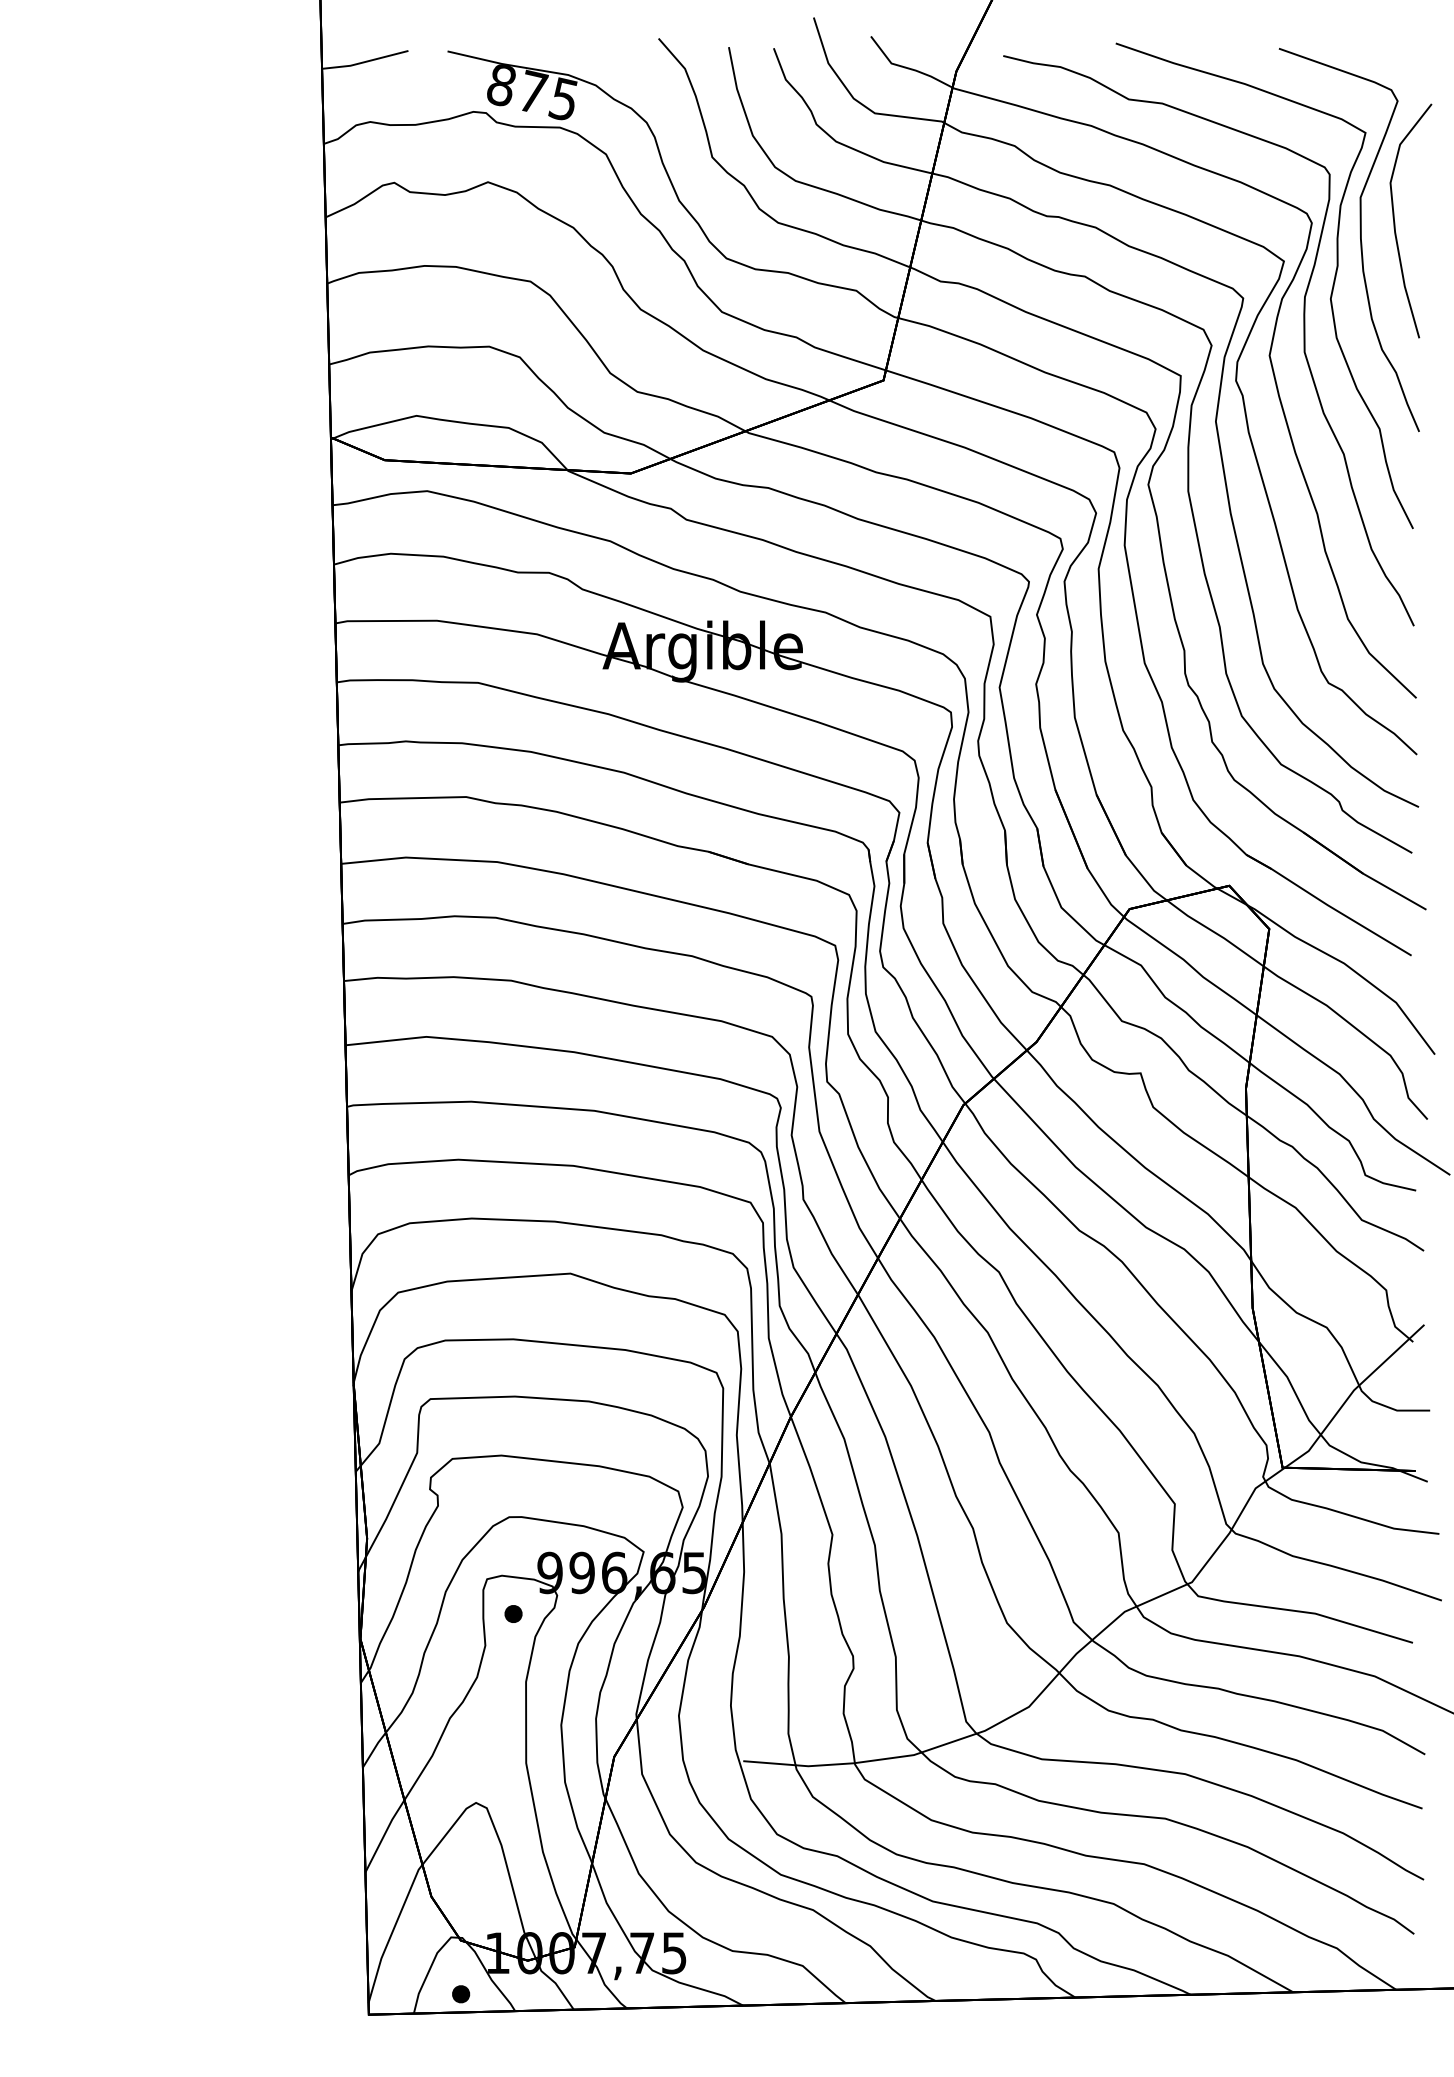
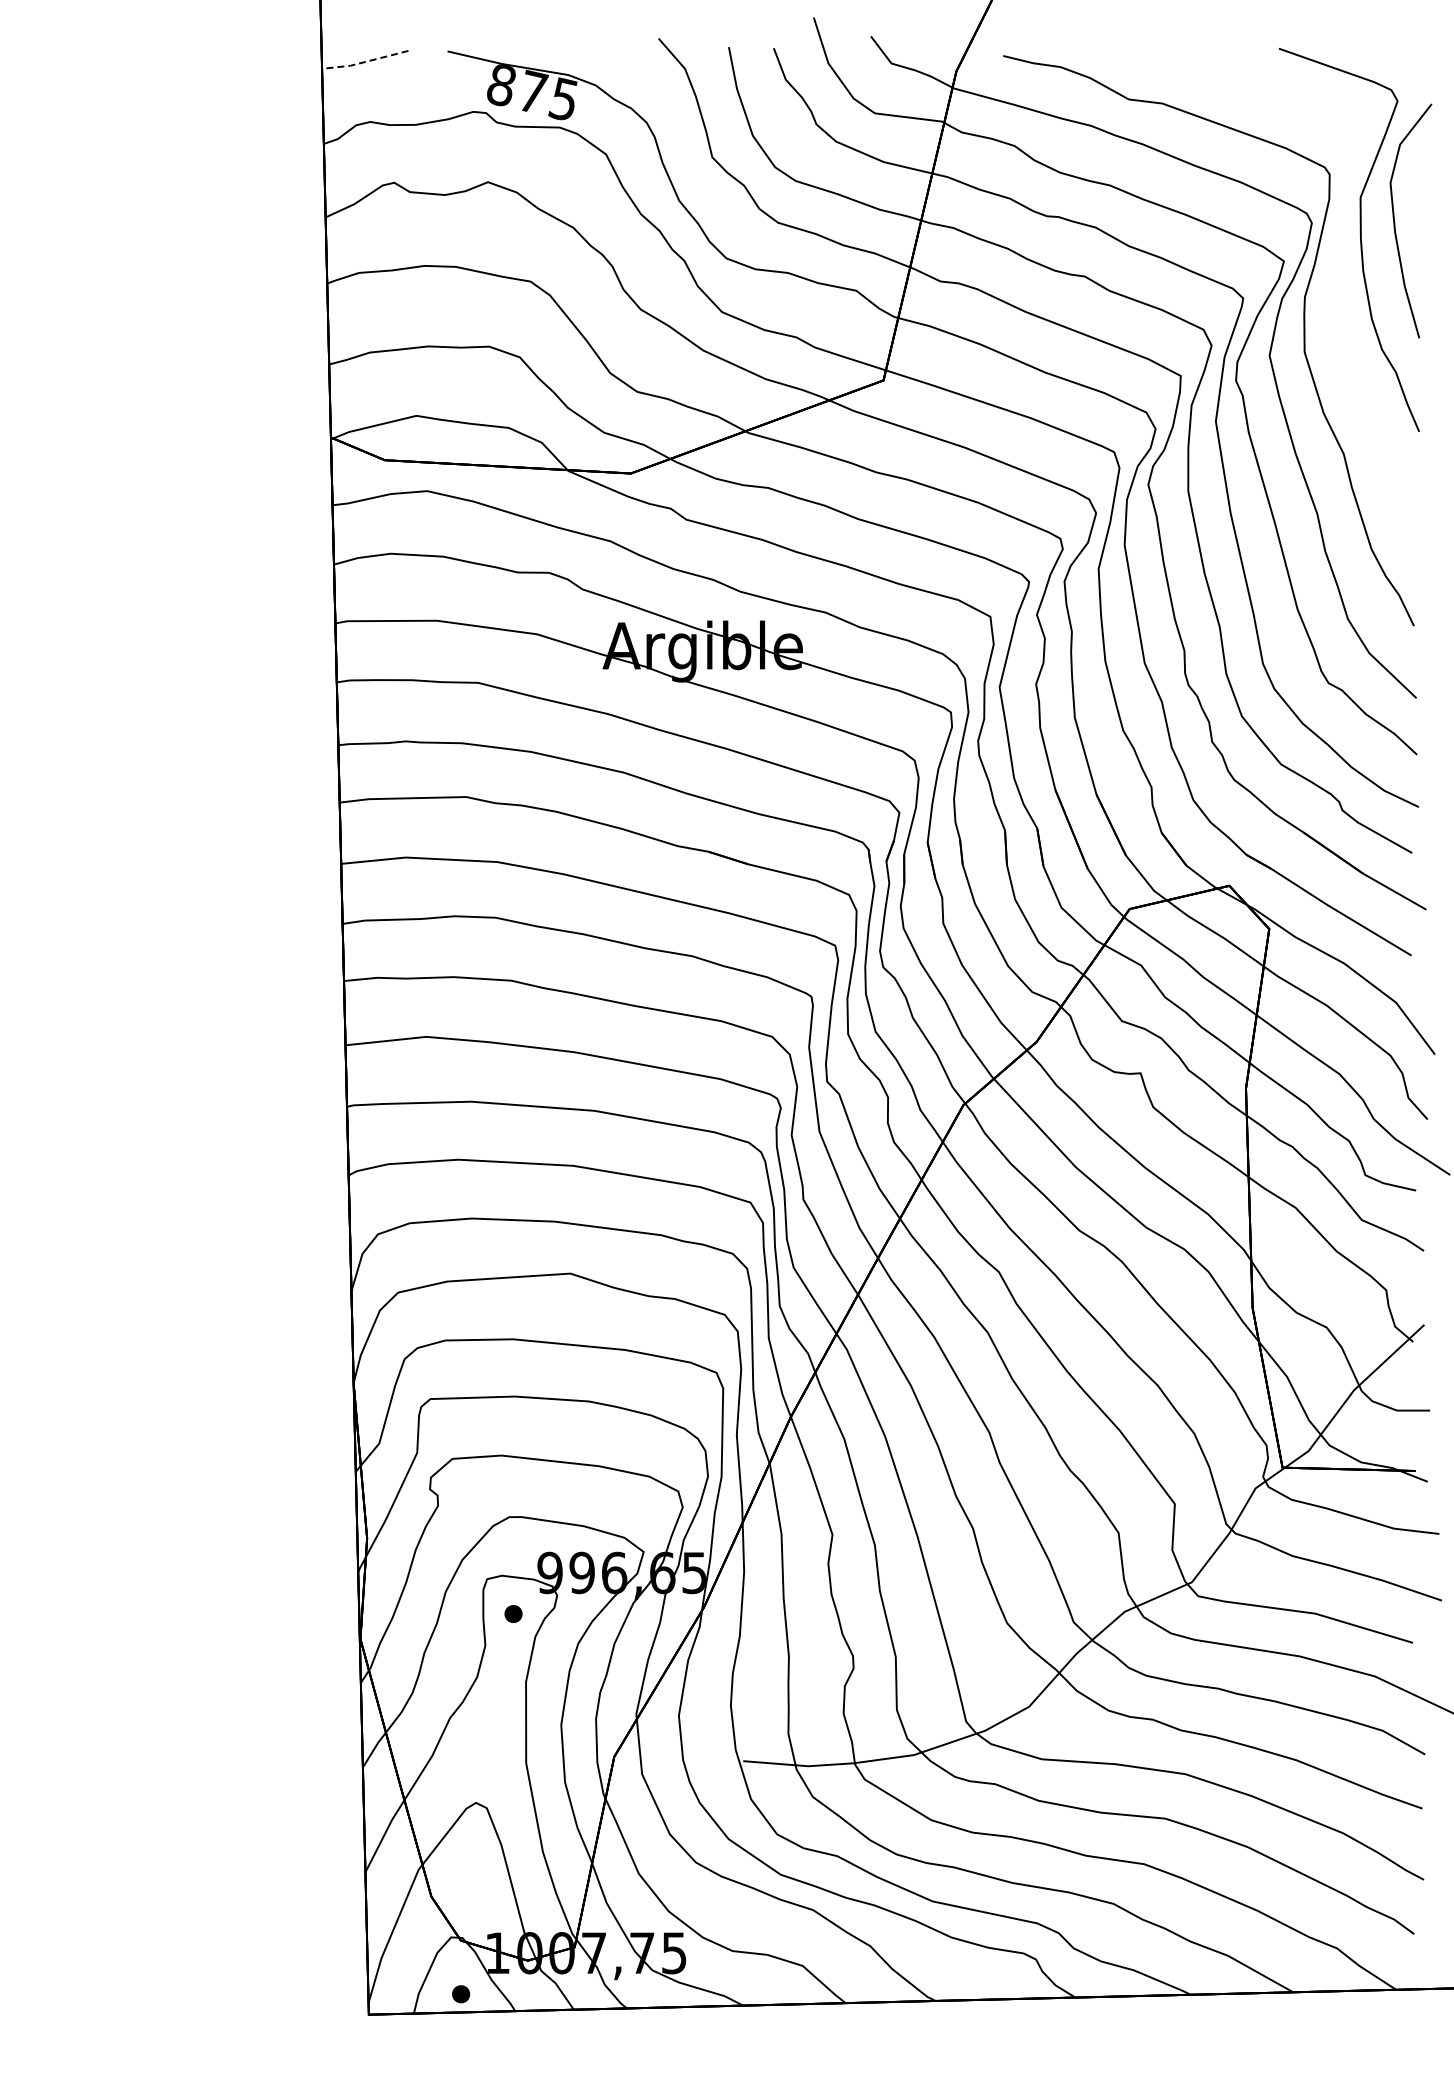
line at (364, 62): solid -> dashed
curve at (1330, 294): present -> none
